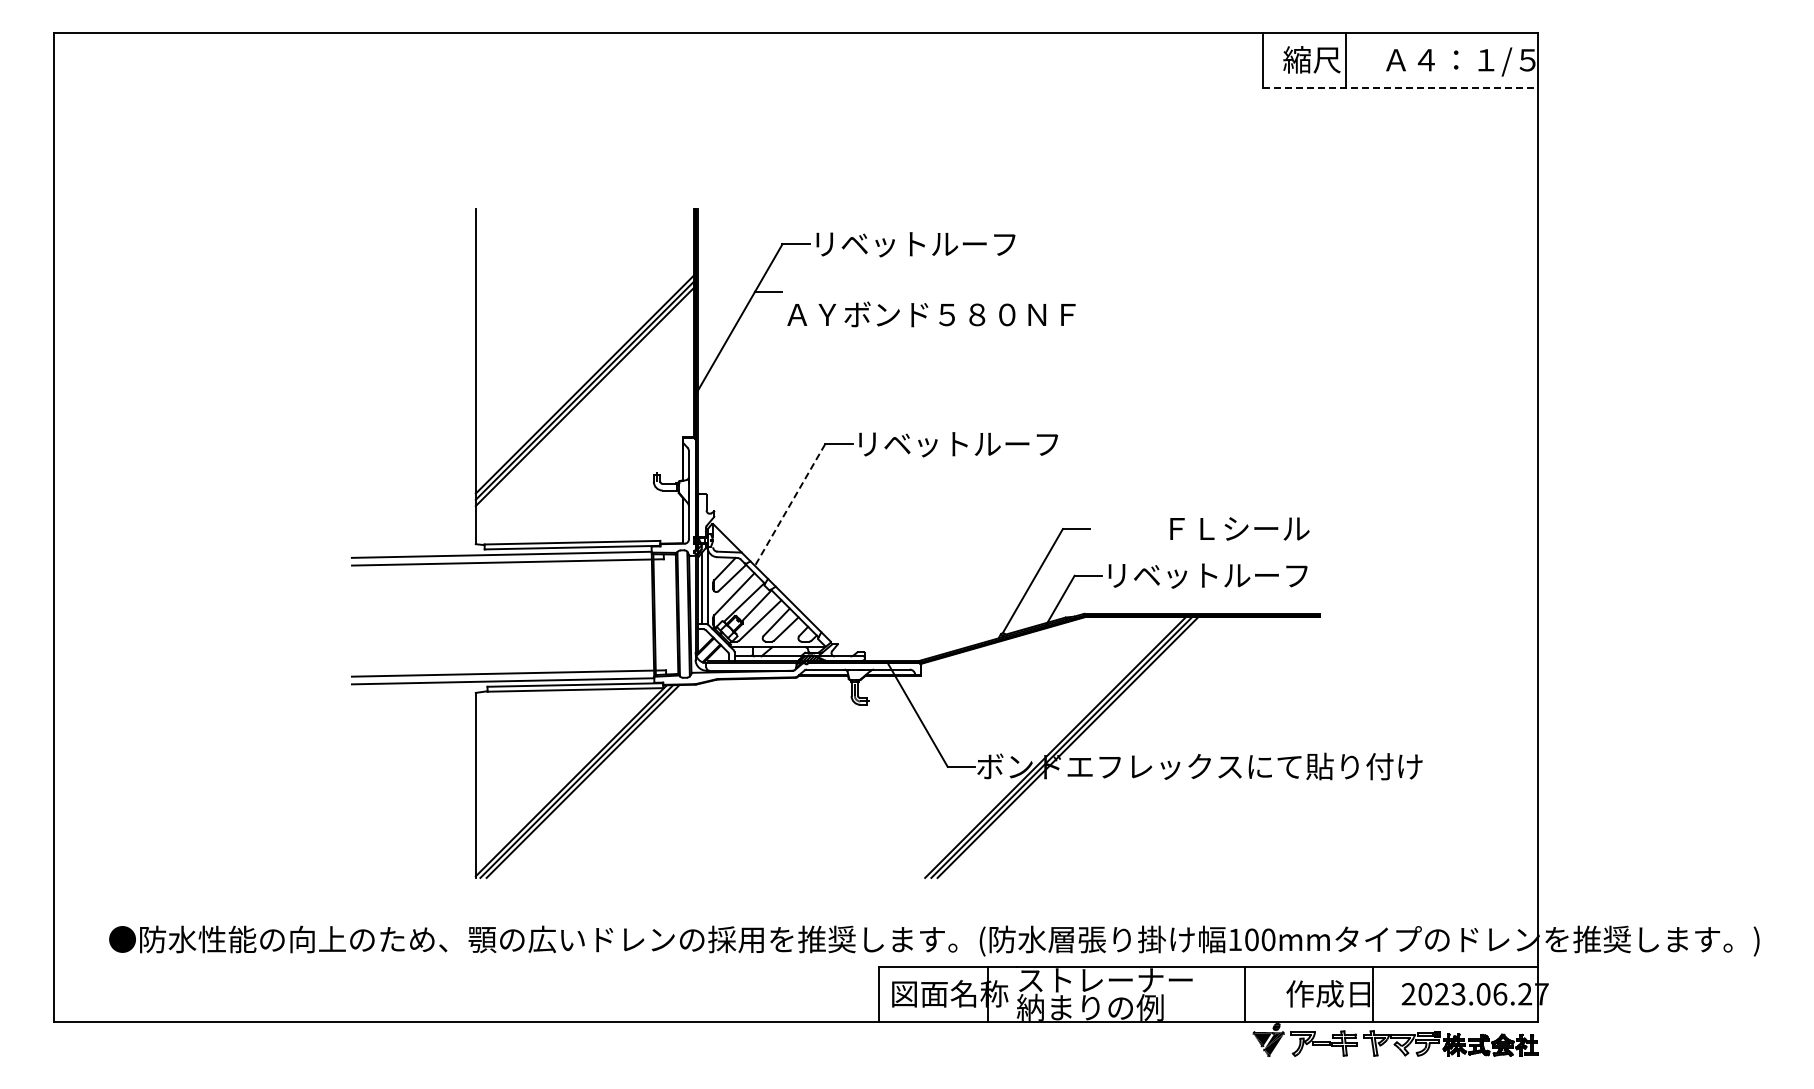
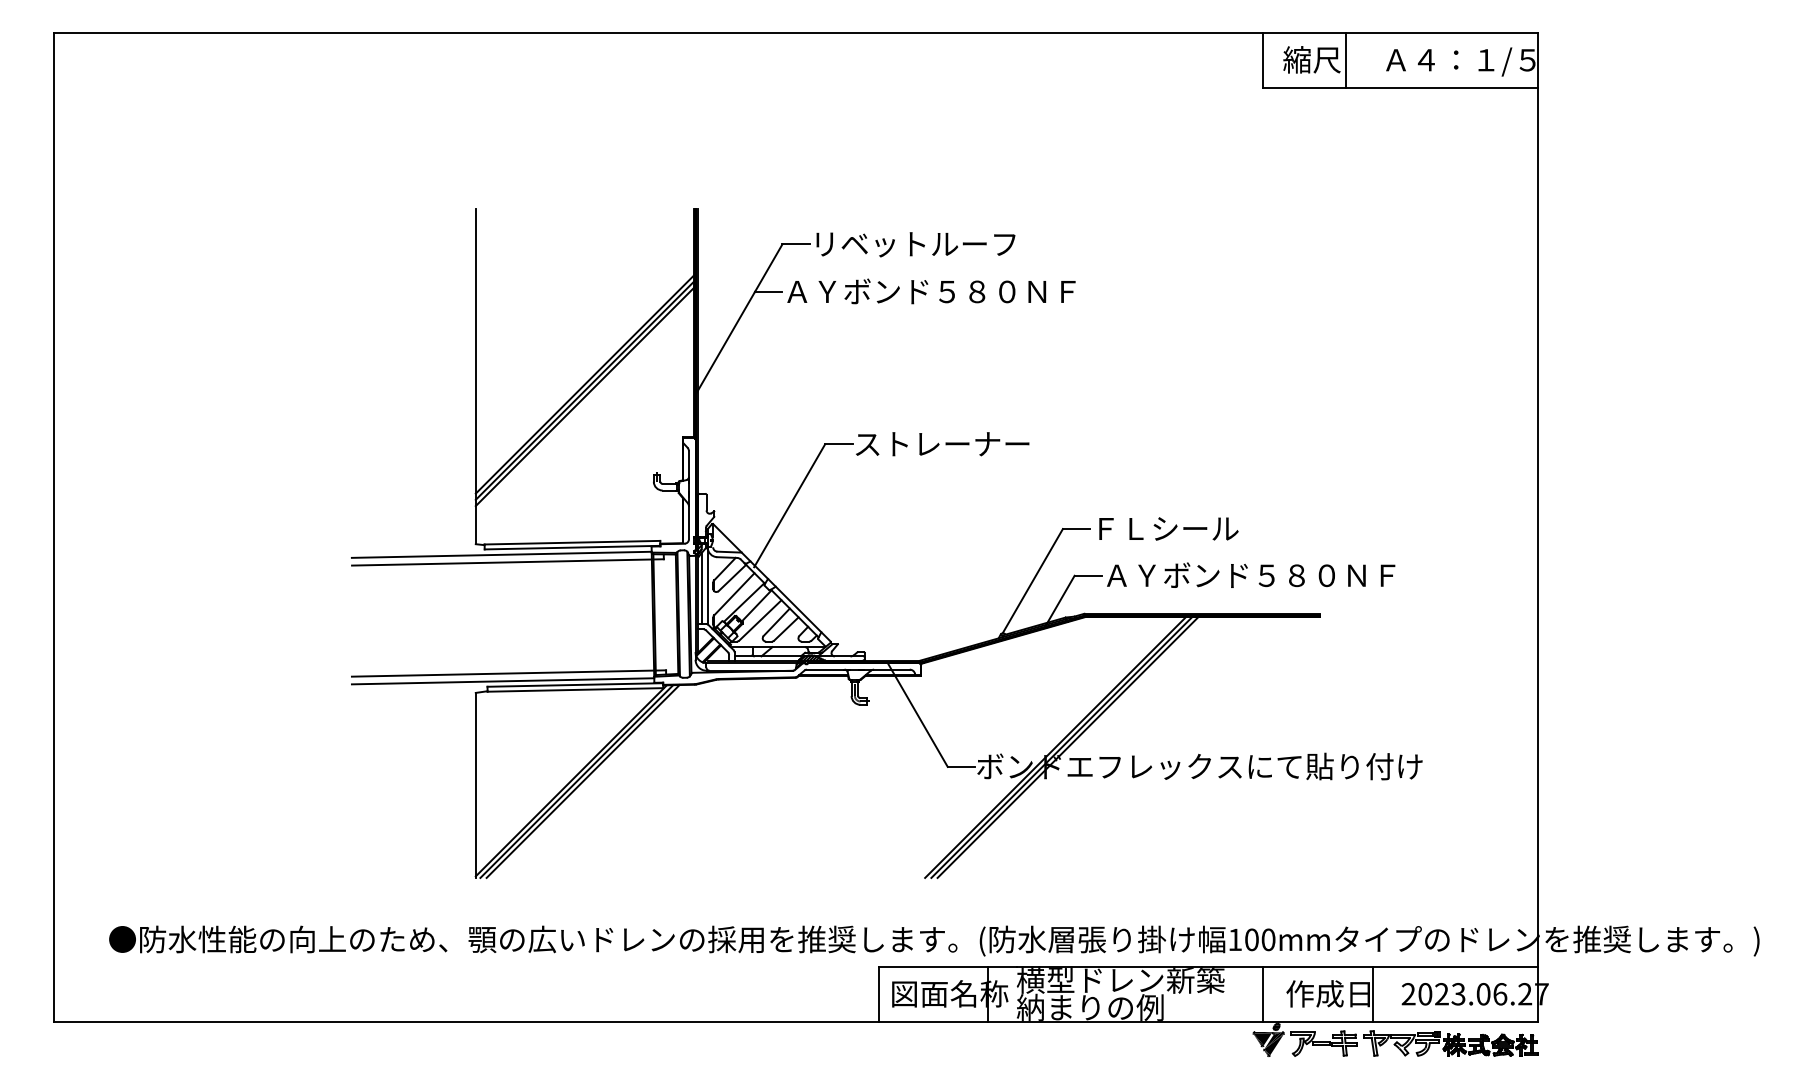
line at (1400, 87): dashed -> solid
text at (931, 314) position: (931, 314) -> (931, 291)
text at (957, 444): リベットルーフ -> ストレーナー
line at (789, 505): dashed -> solid
text at (1239, 528) position: (1239, 528) -> (1168, 528)
text at (1251, 575): リベットルーフ -> ＡＹボンド５８０ＮＦ
text at (1120, 980): ストレーナー -> 横型ドレン新築
line at (1245, 993) position: (1245, 993) -> (1263, 993)
